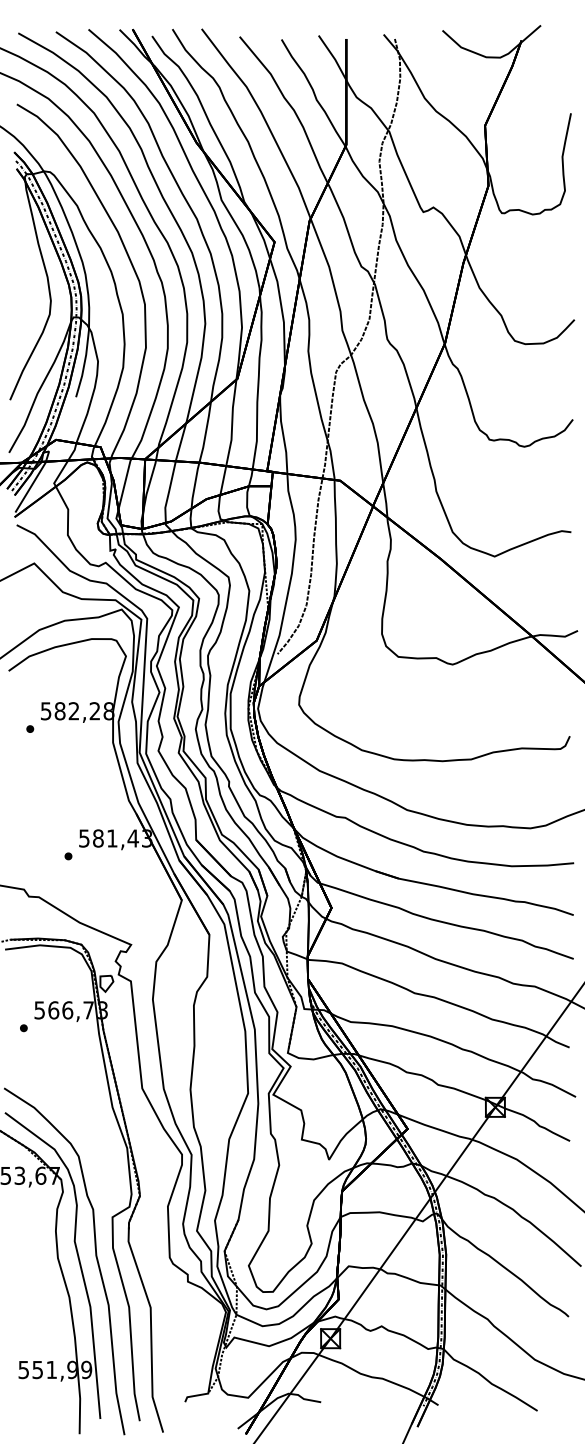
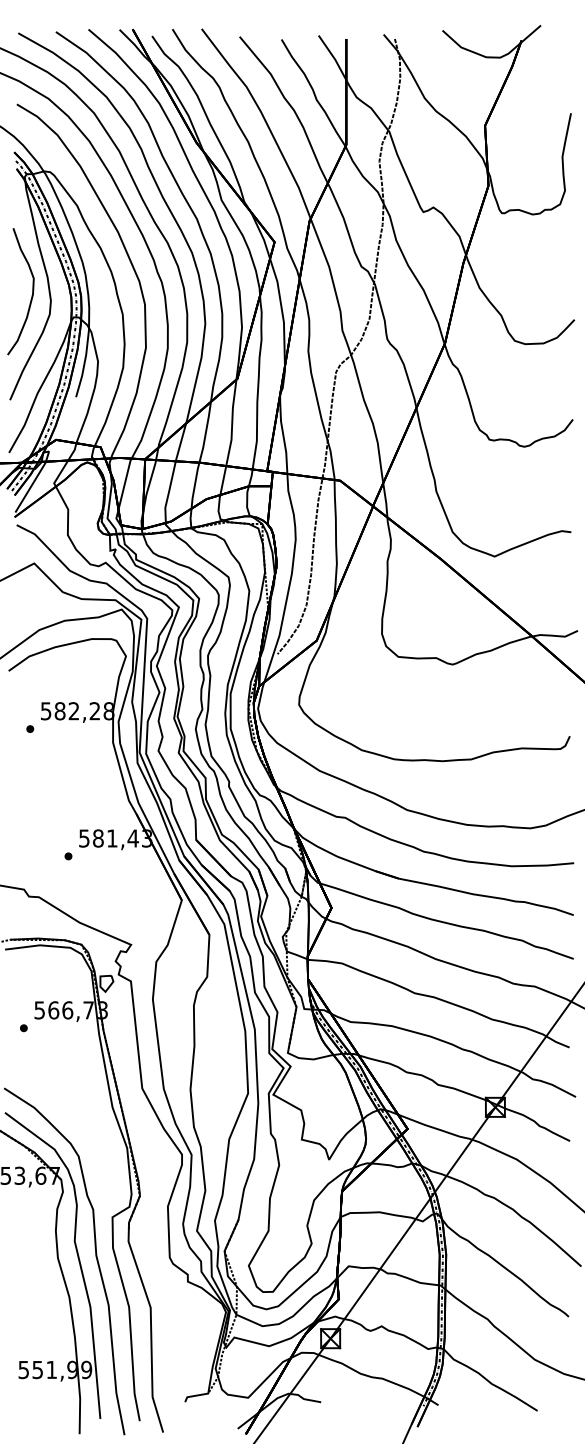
curve at (31, 295): none -> present
